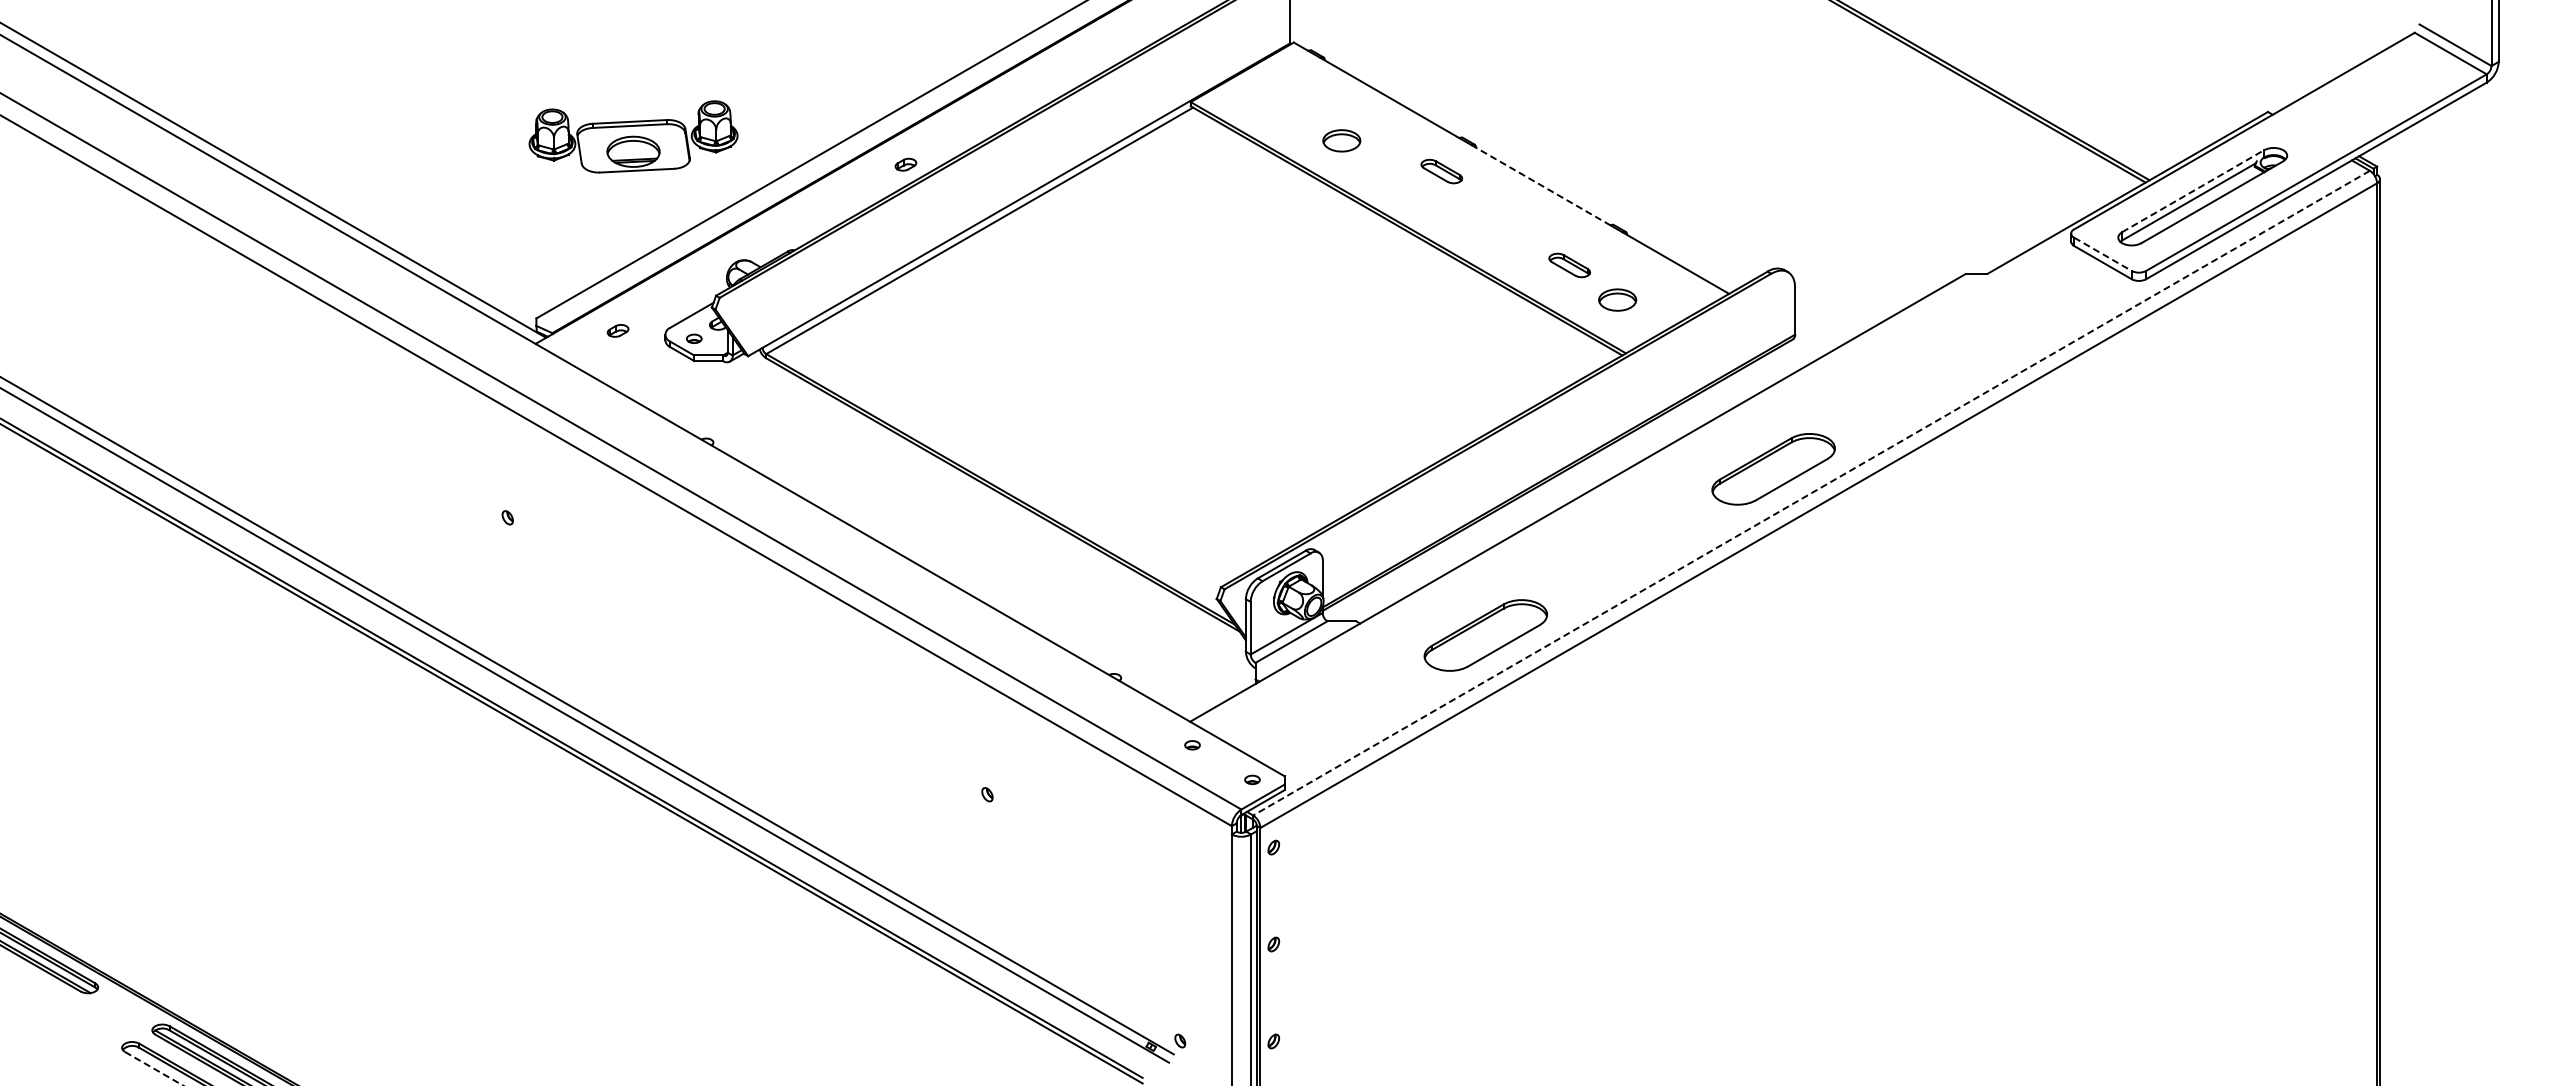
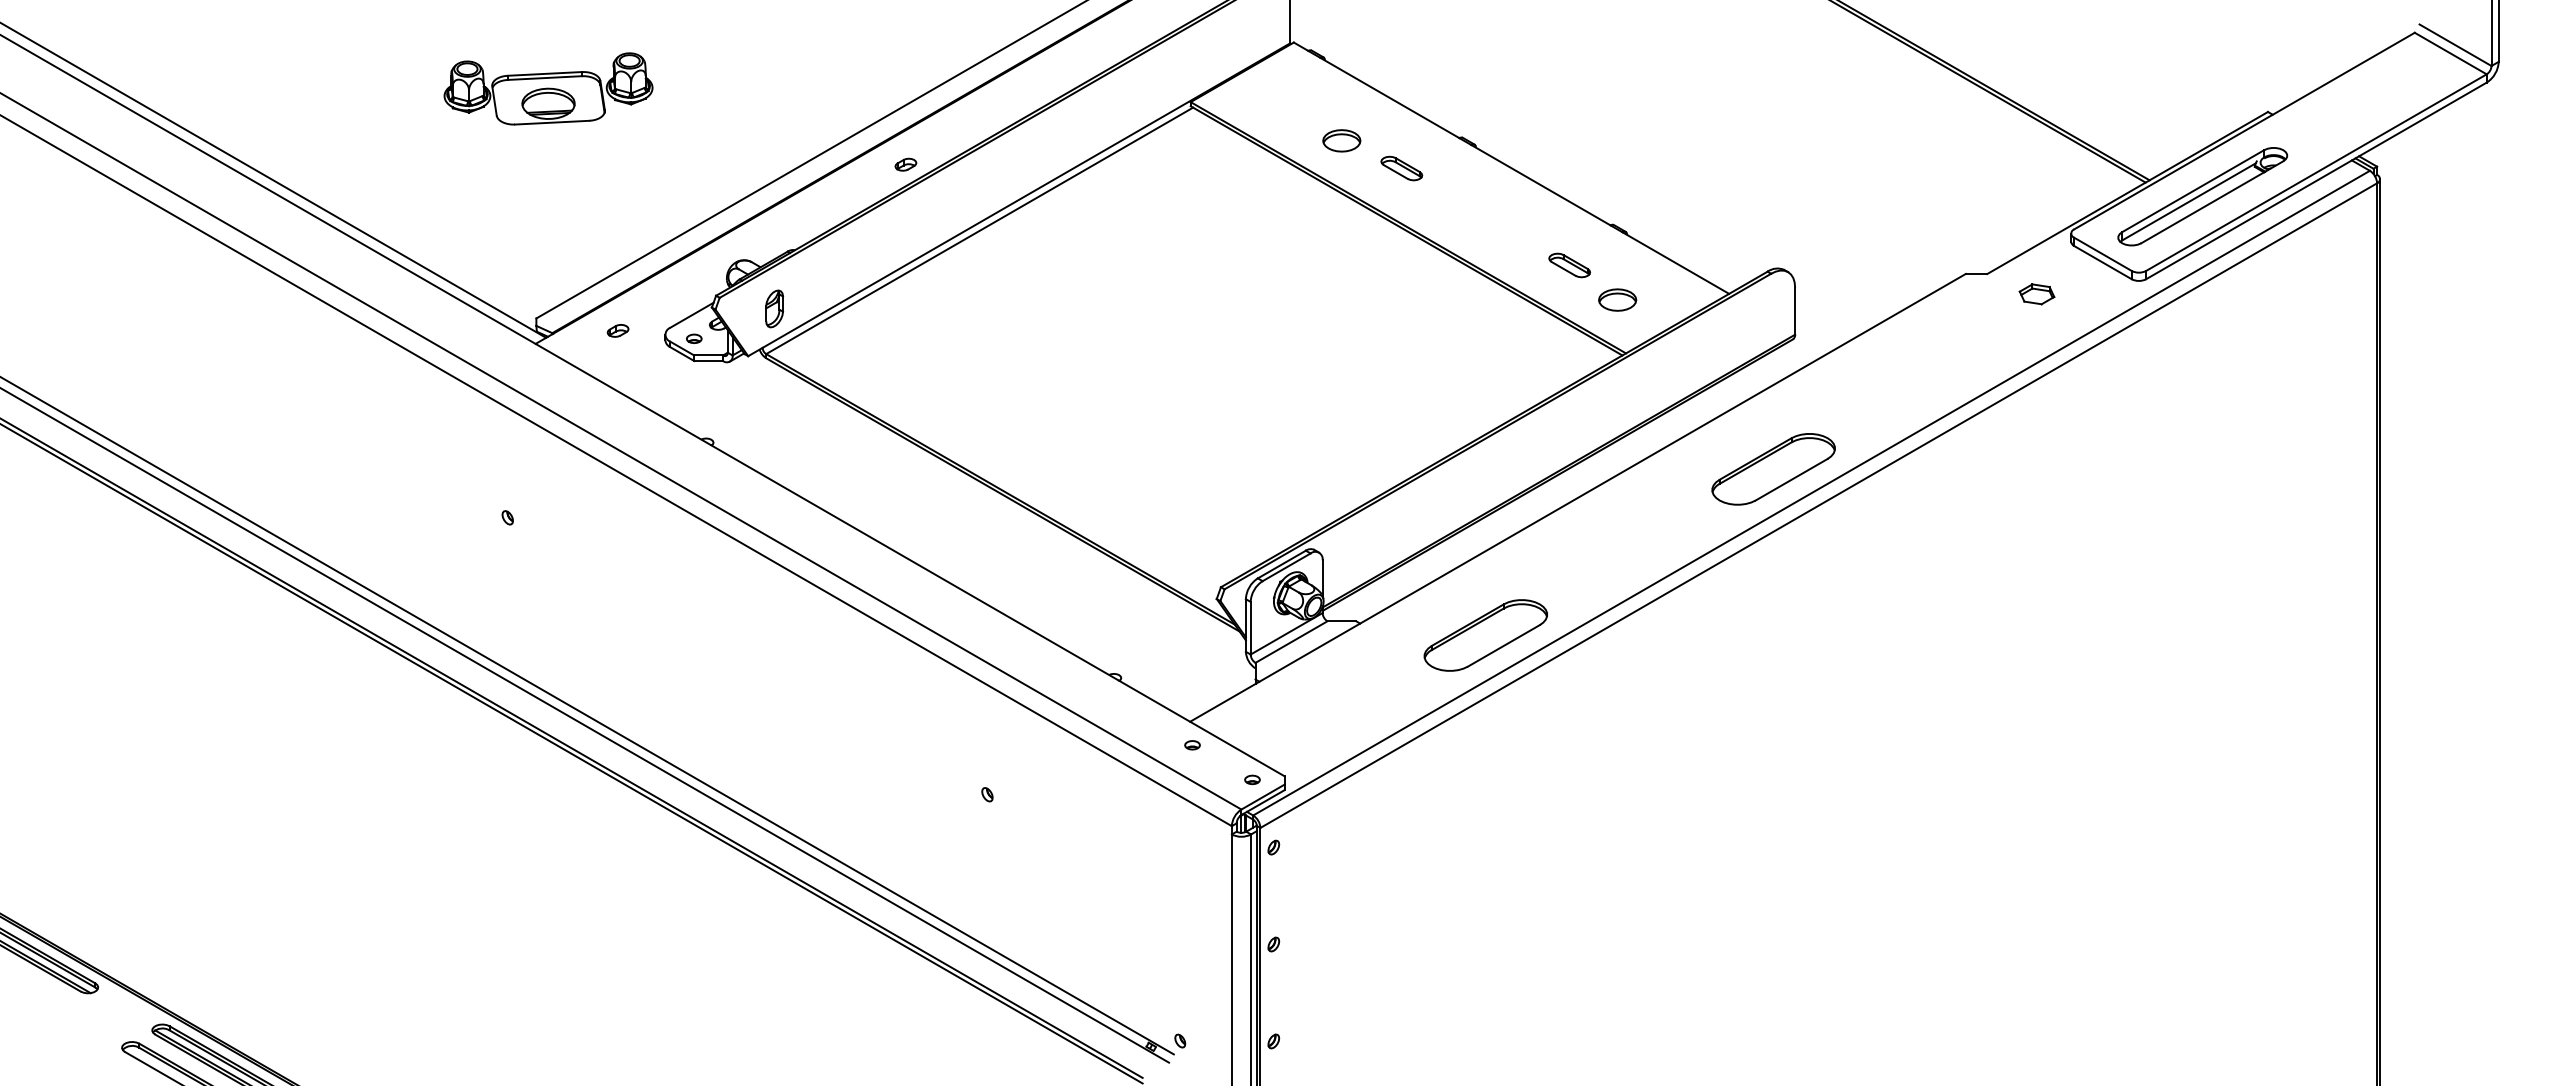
part at (633, 136) position: (633, 136) -> (548, 88)
part at (1441, 171) position: (1441, 171) -> (1401, 168)
line at (1541, 185): dashed -> solid
line at (2193, 191): dashed -> solid
line at (2103, 254): dashed -> solid
part at (2036, 294): none -> present
part at (774, 308): none -> present
line at (1811, 493): dashed -> solid
line at (154, 1068): dashed -> solid
